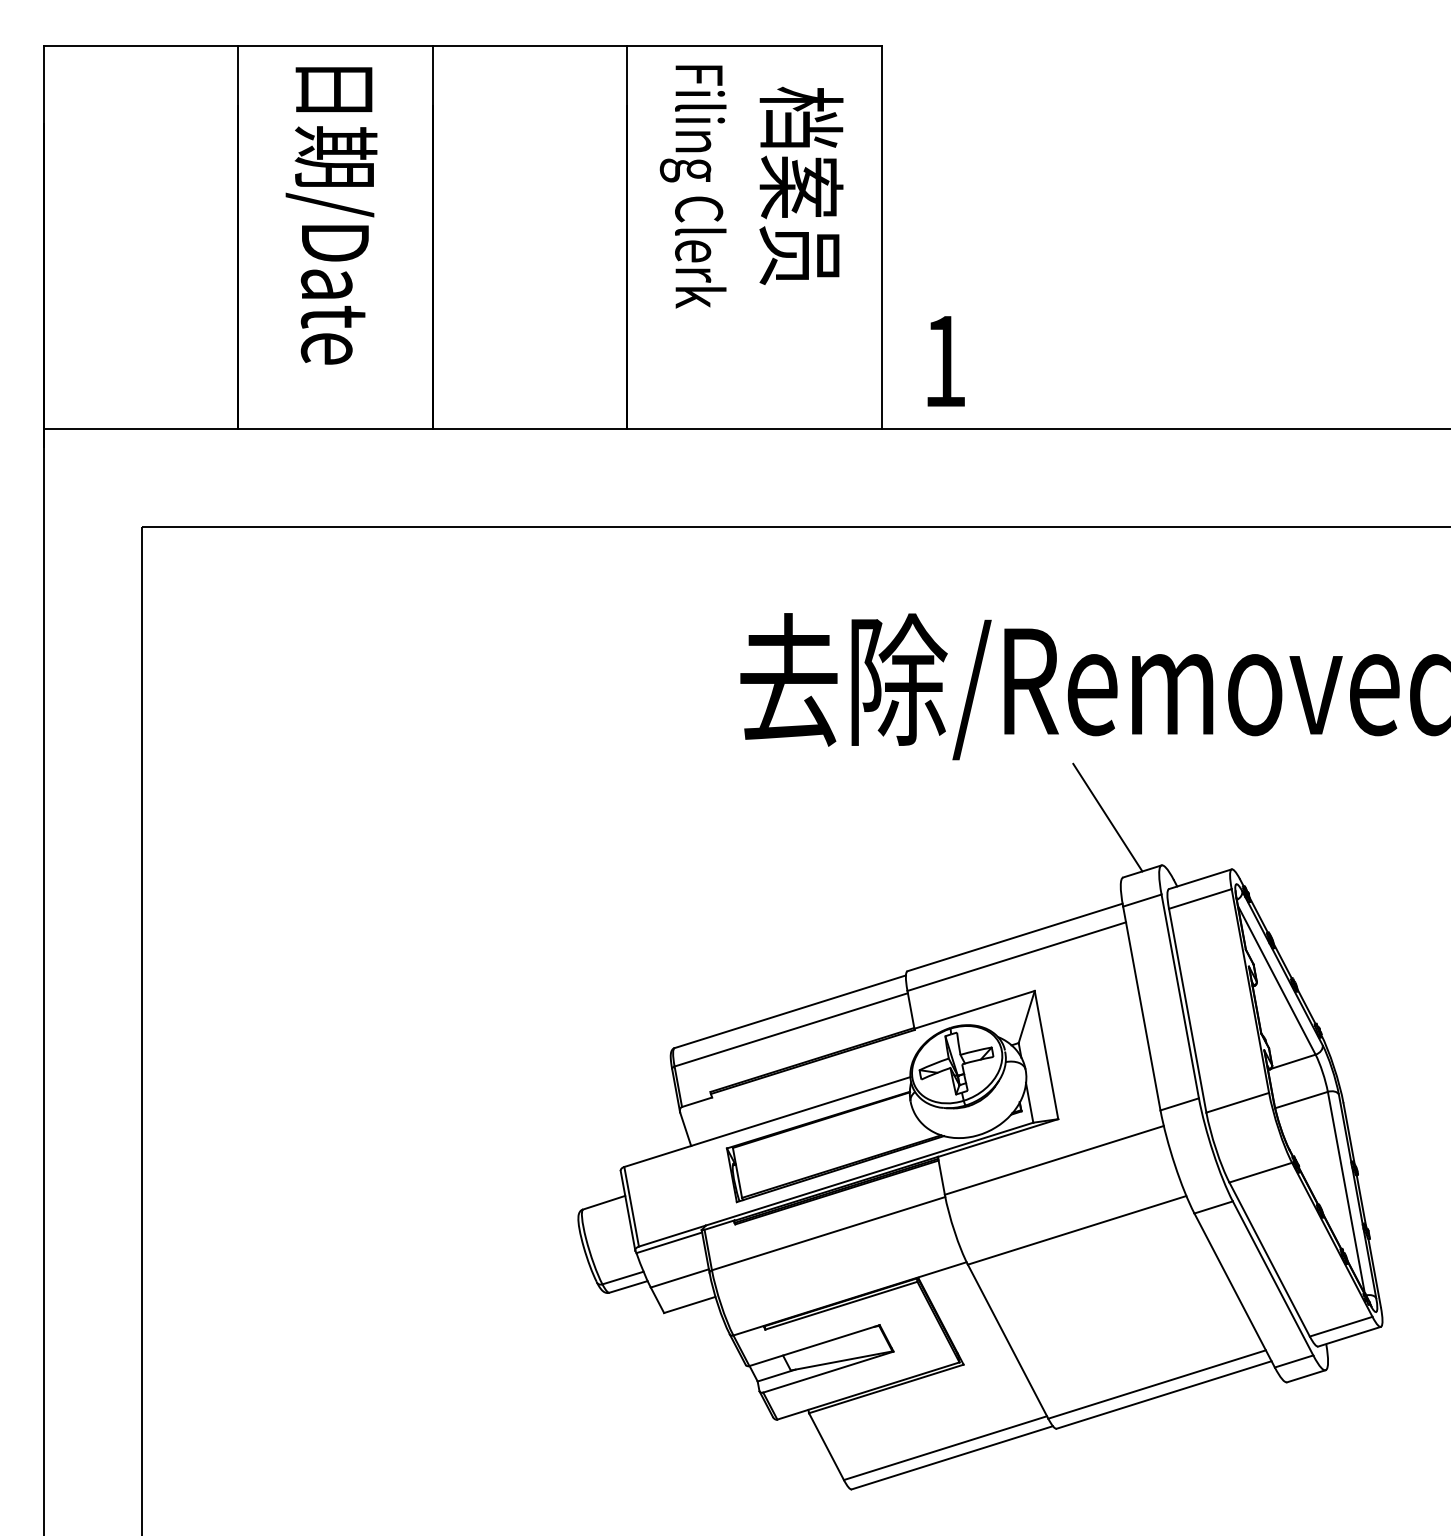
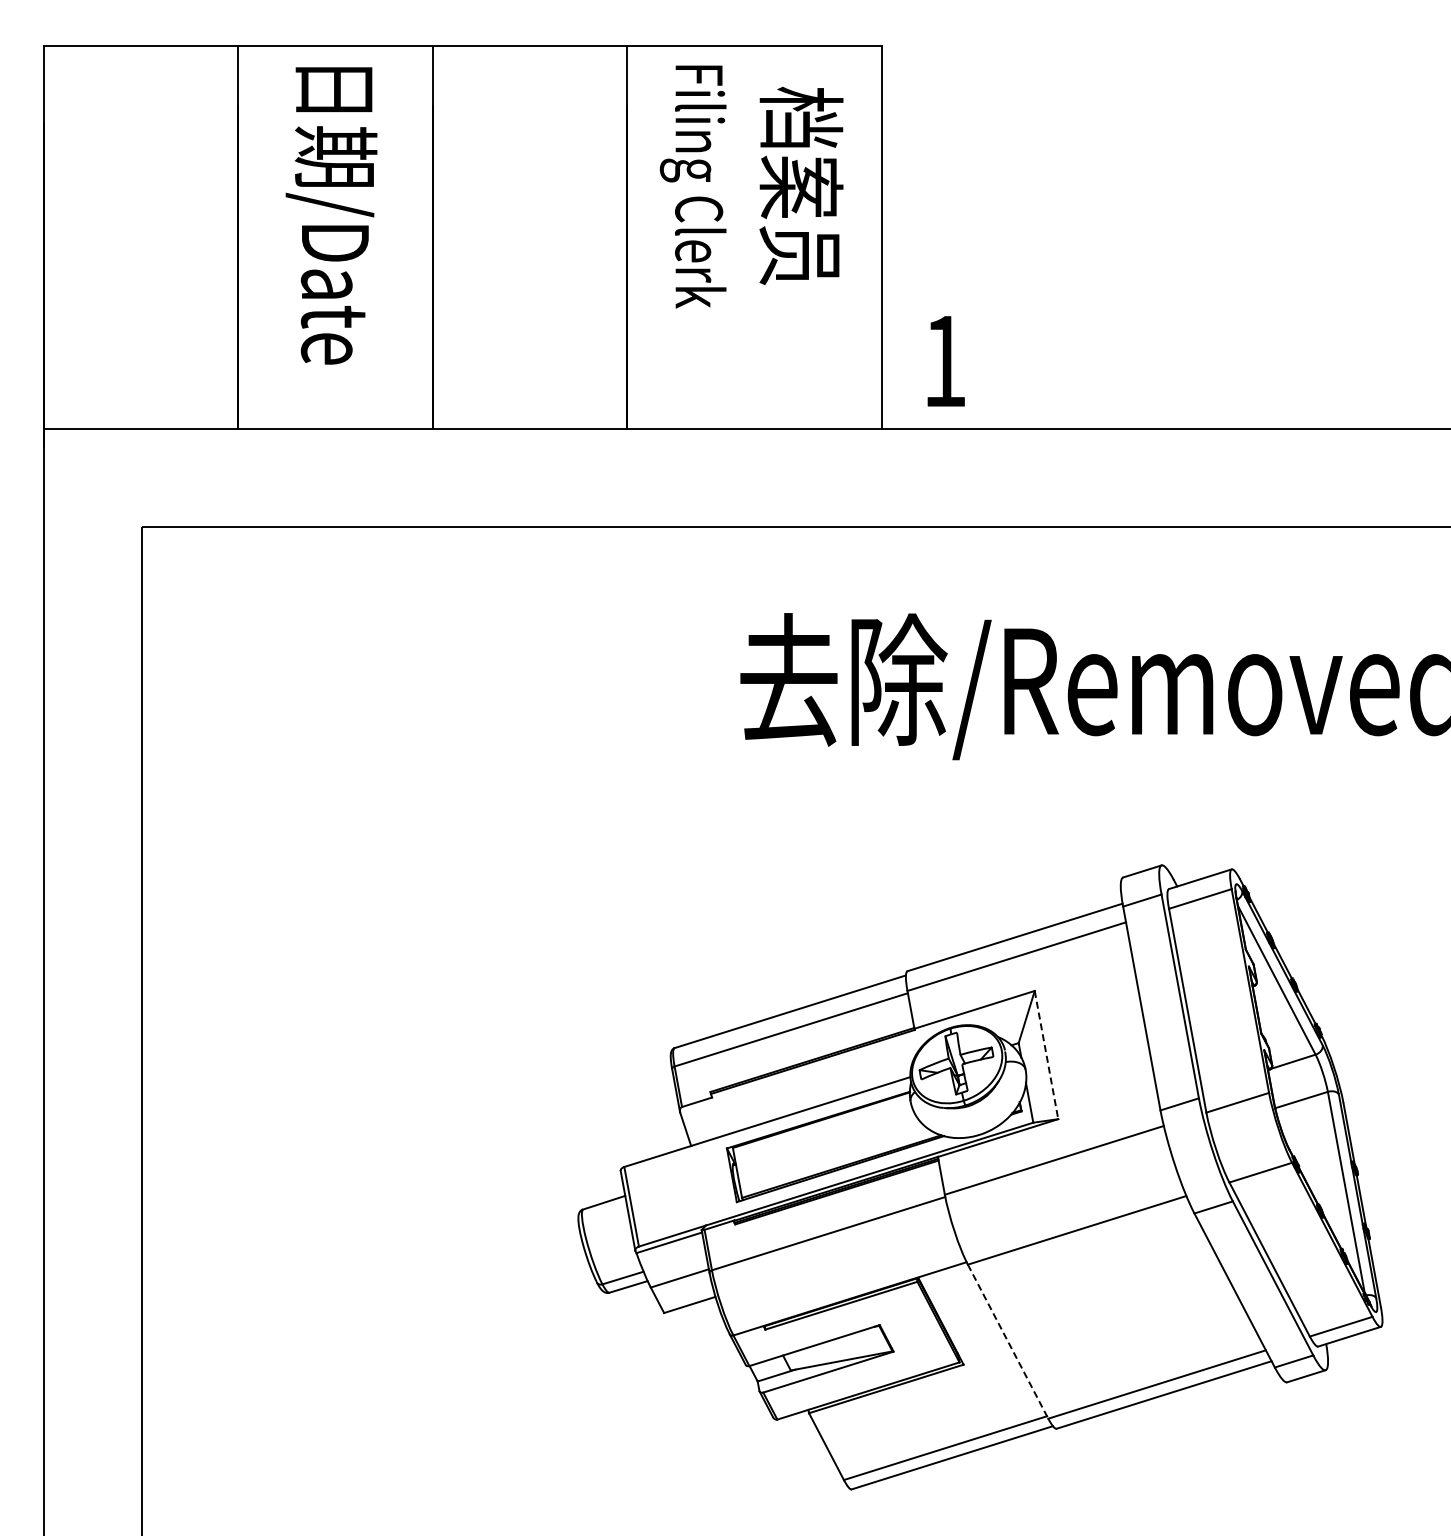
line at (1107, 817): present -> none
line at (1046, 1055): solid -> dashed
line at (1008, 1341): solid -> dashed
